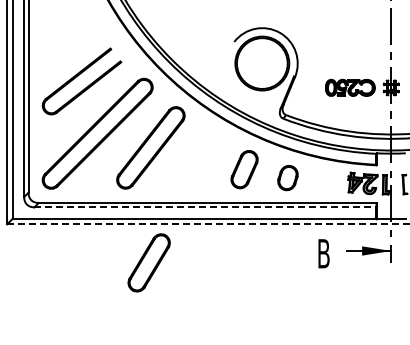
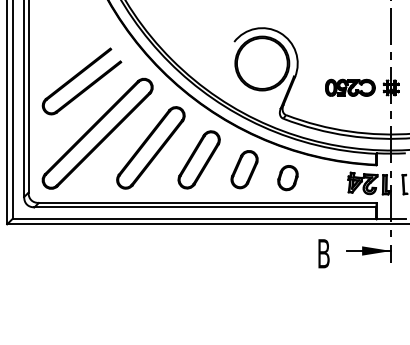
line at (205, 207): dashed -> solid
line at (208, 224): dashed -> solid
part at (148, 262) position: (148, 262) -> (198, 159)
